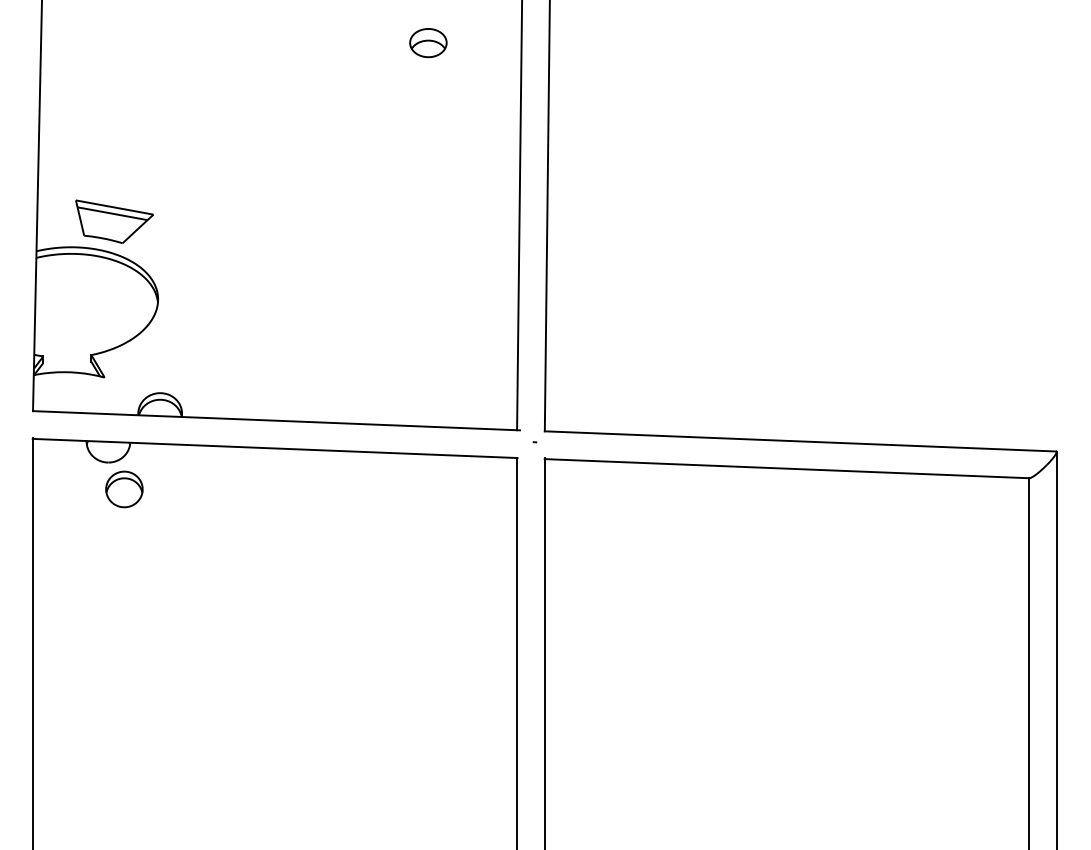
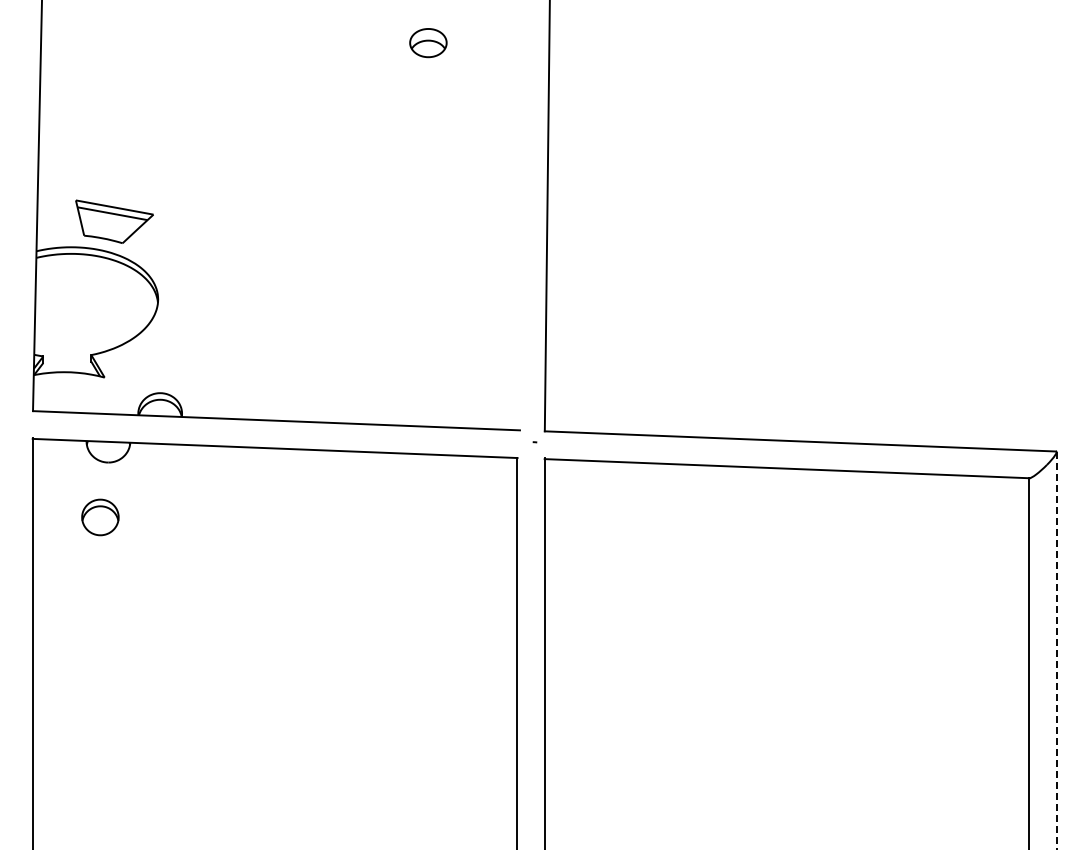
line at (519, 216): present -> none
part at (124, 489) position: (124, 489) -> (100, 517)
line at (1056, 651): solid -> dashed
